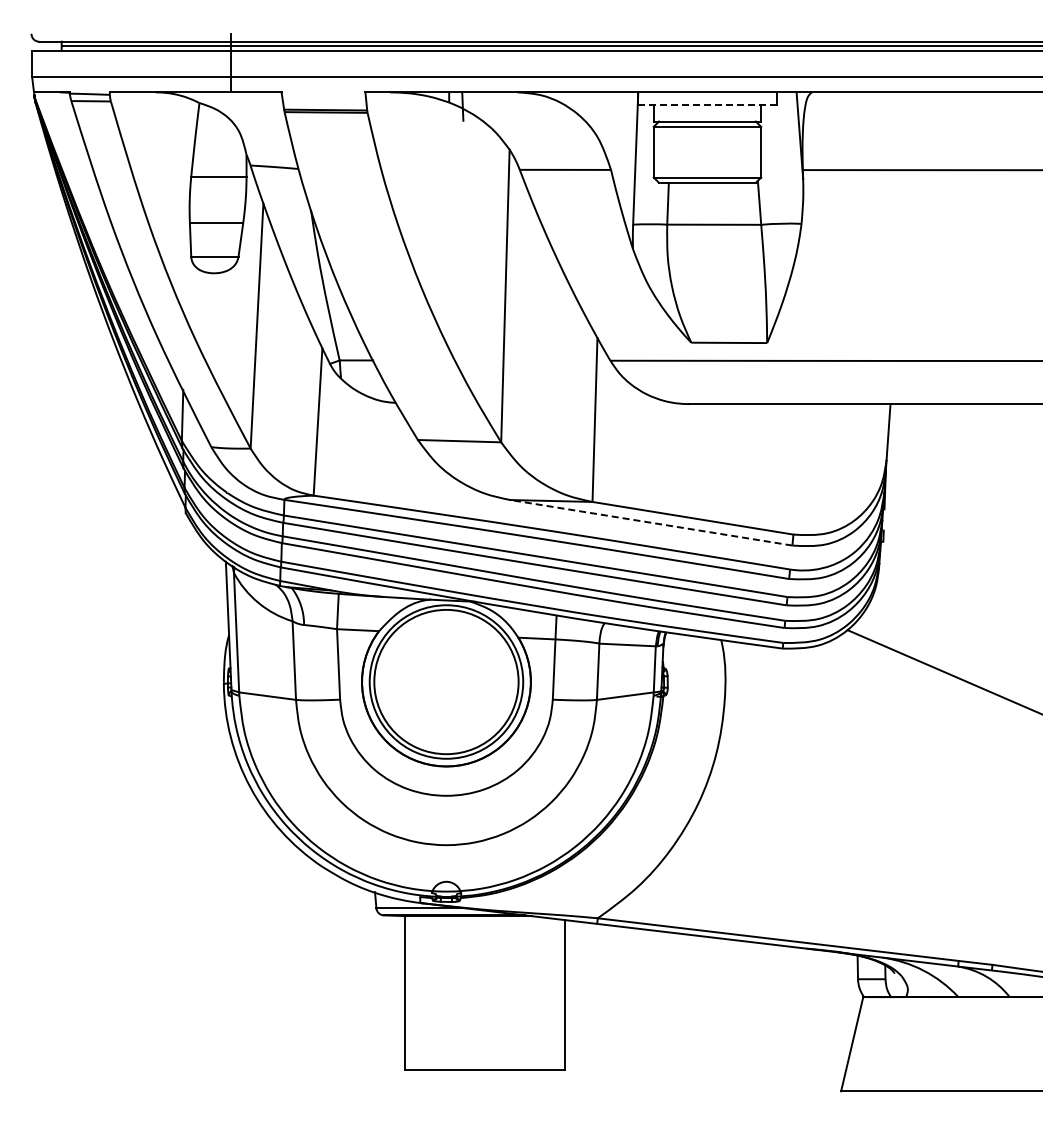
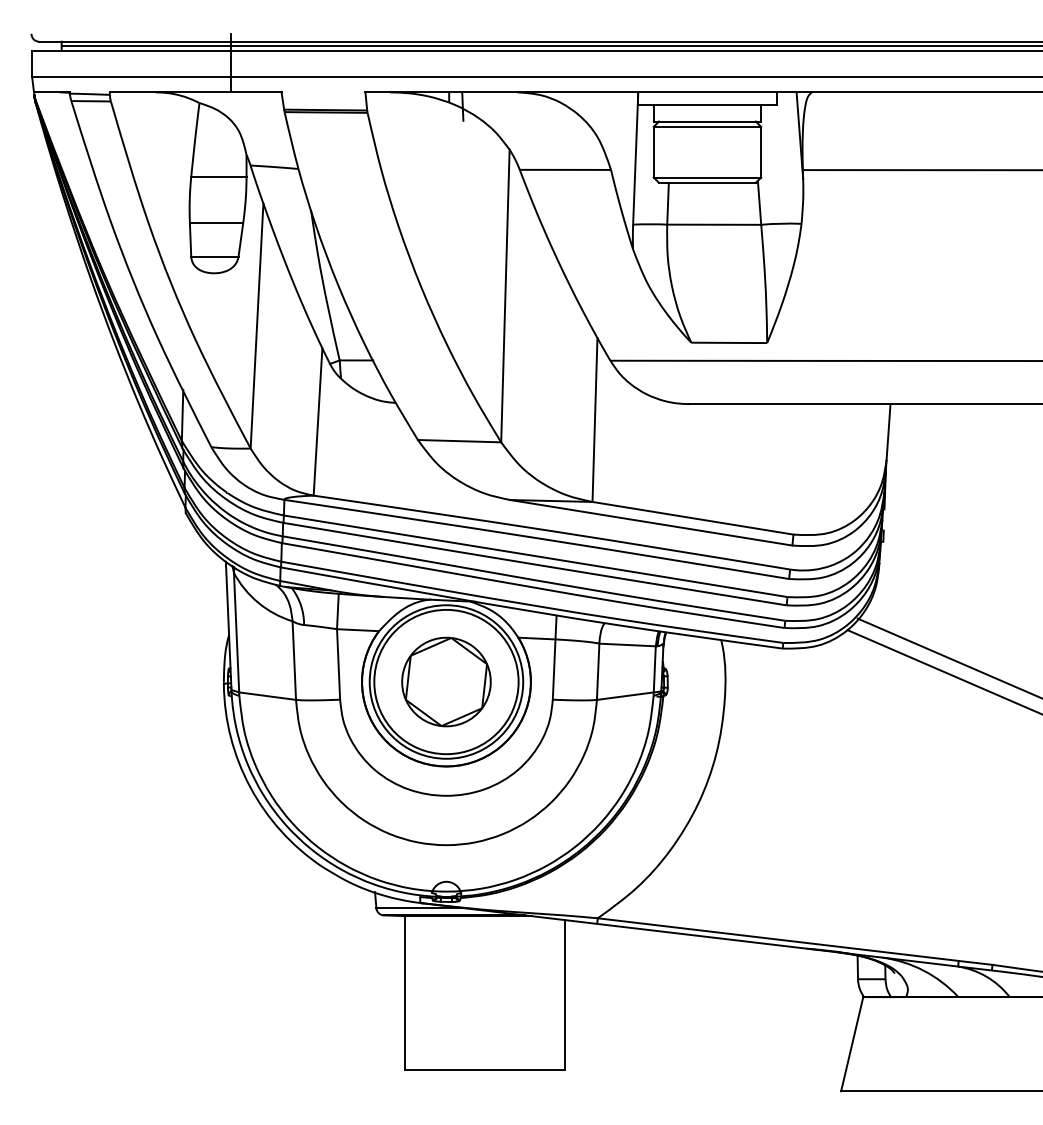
line at (707, 104): dashed -> solid
line at (651, 522): dashed -> solid
line at (948, 657): none -> present
part at (446, 681): none -> present
